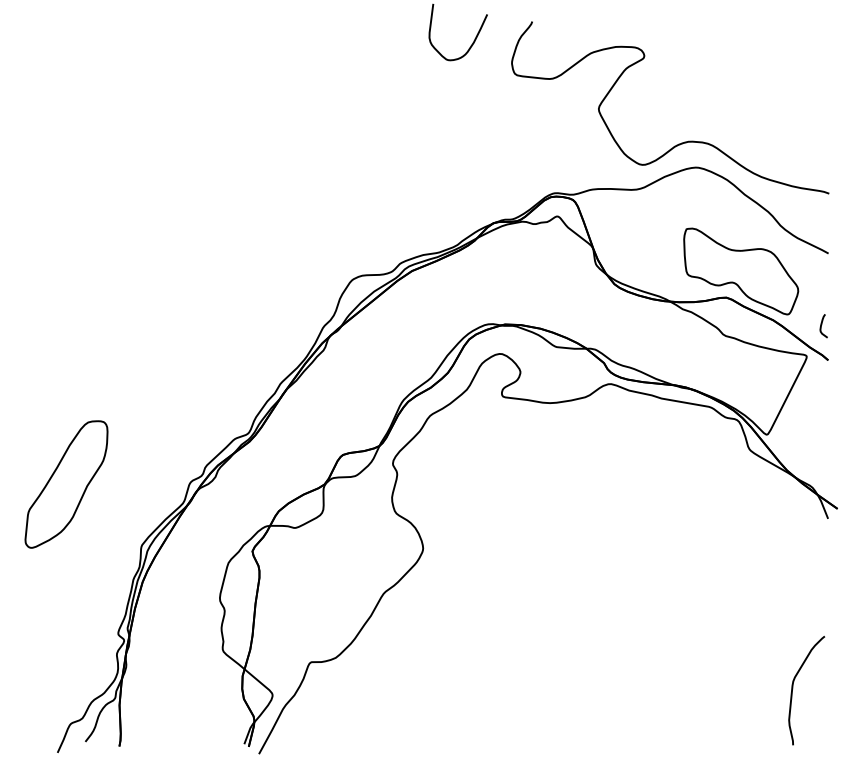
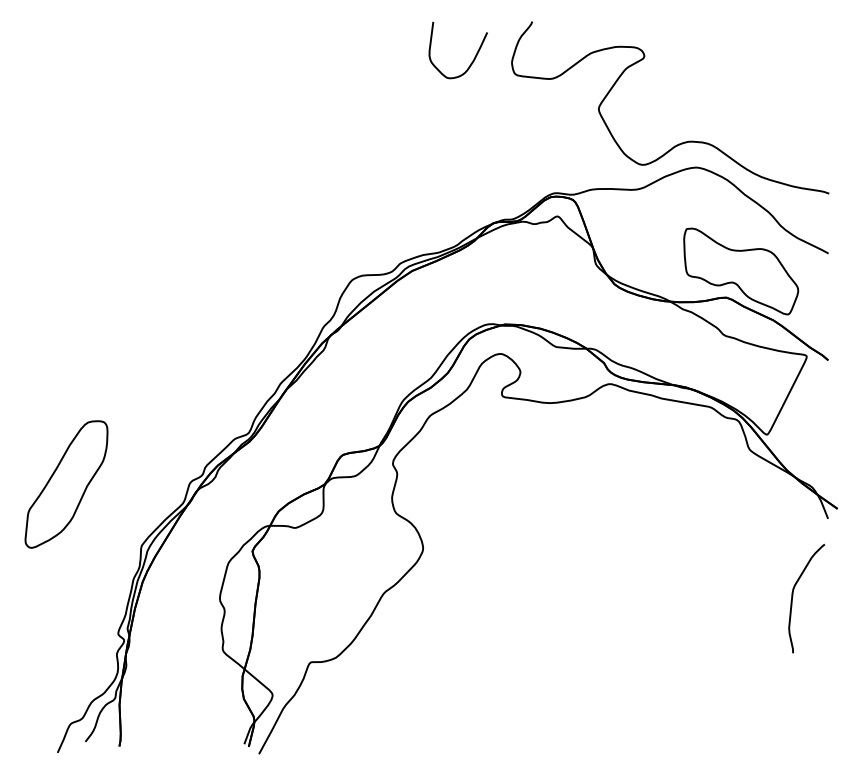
curve at (473, 40) position: (473, 40) -> (473, 58)
curve at (821, 326): present -> none
curve at (793, 688) position: (793, 688) -> (793, 596)
